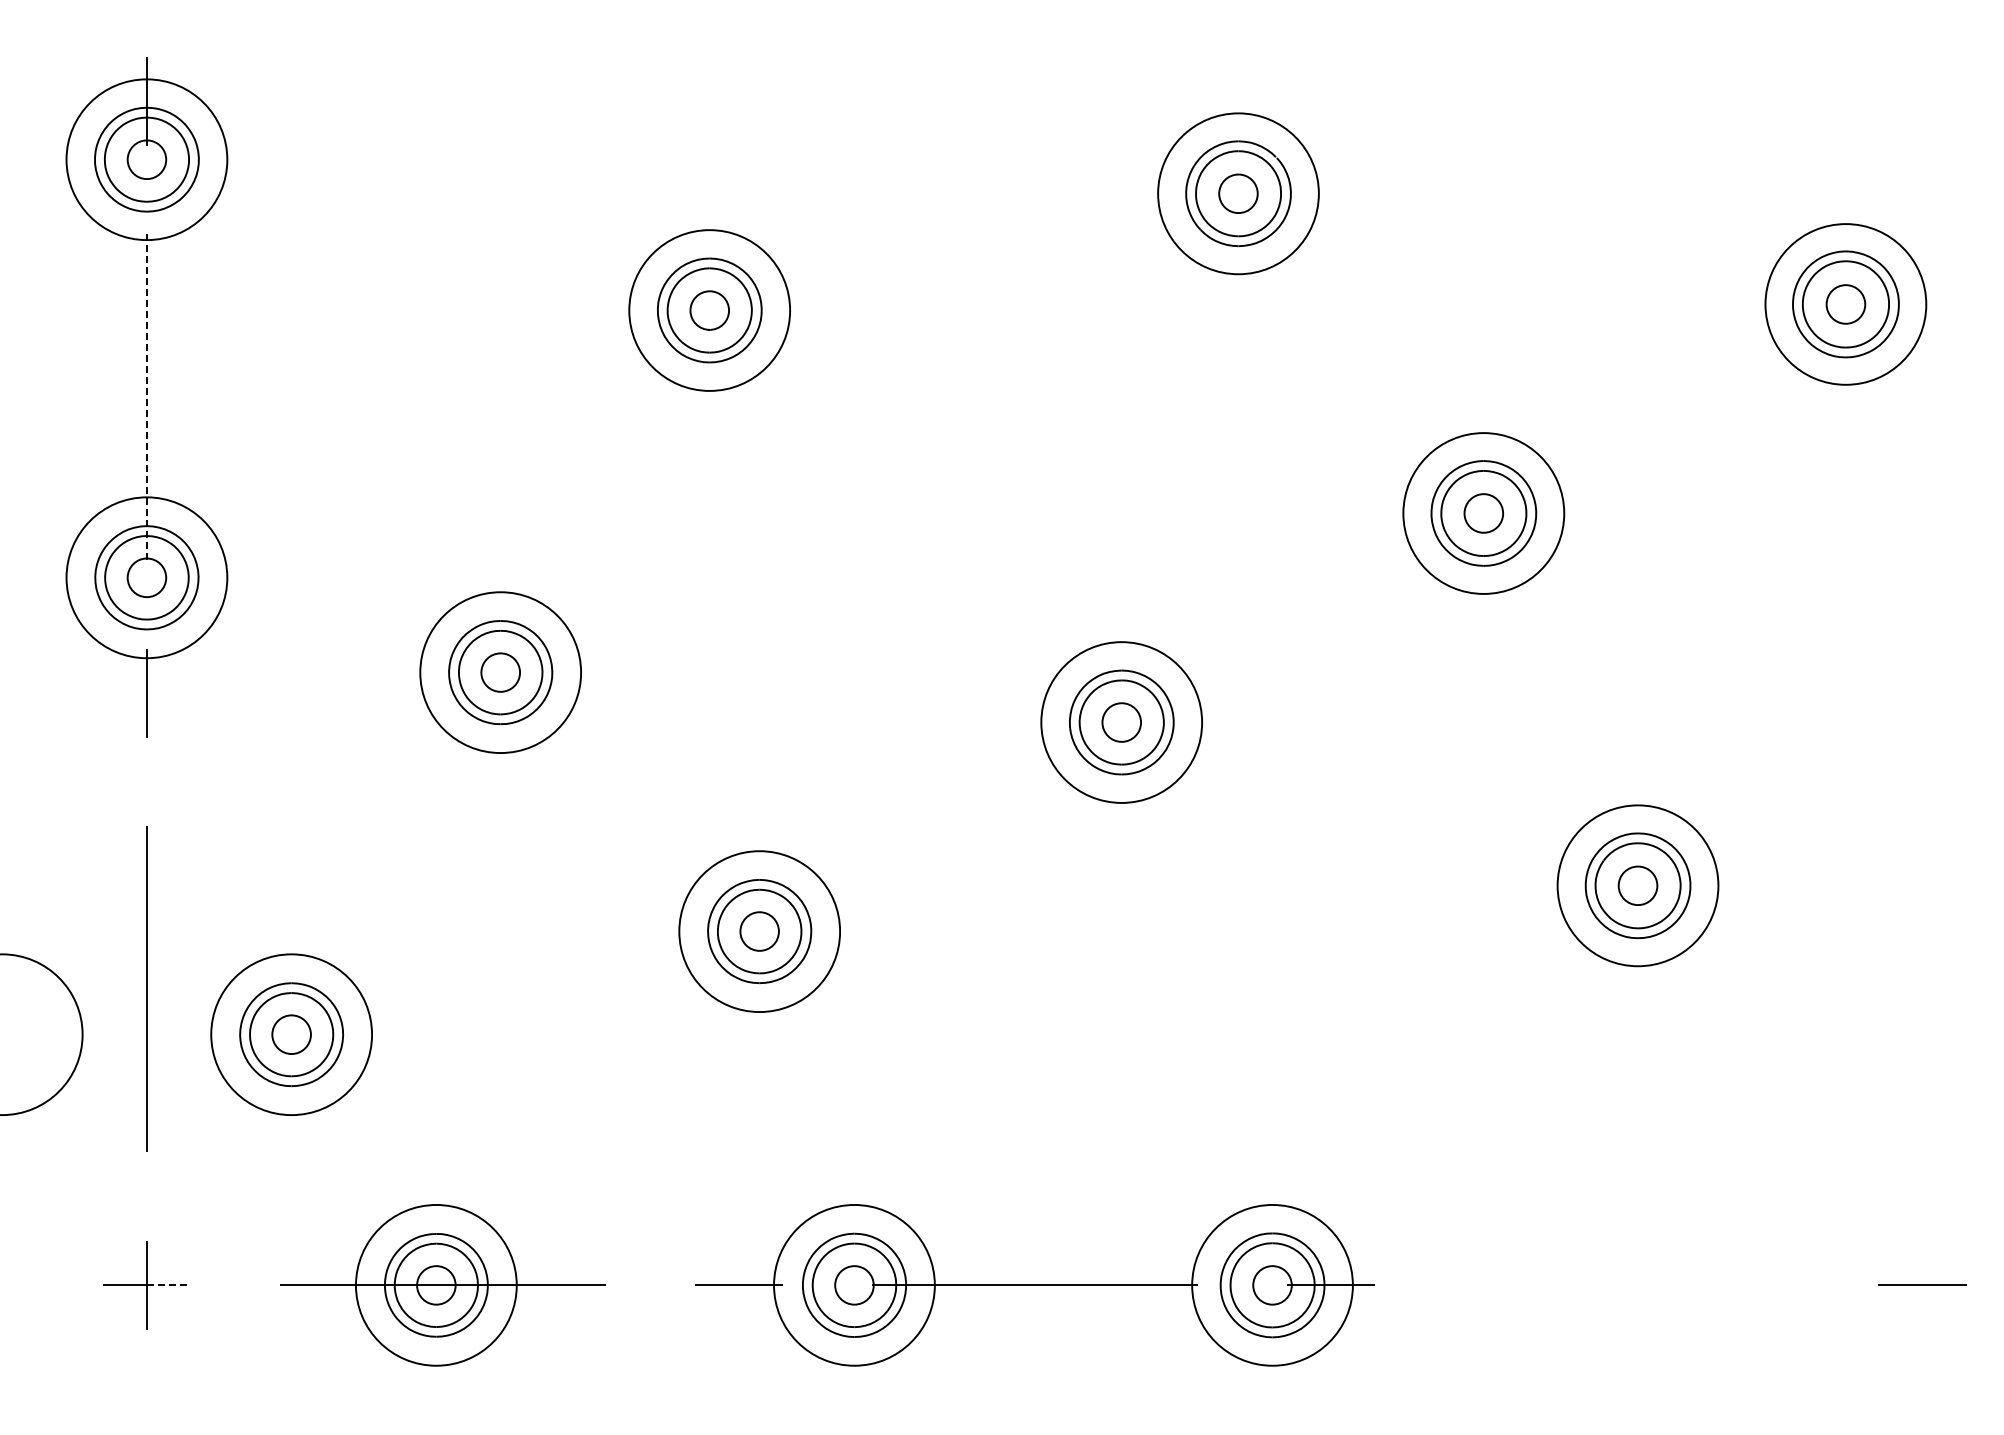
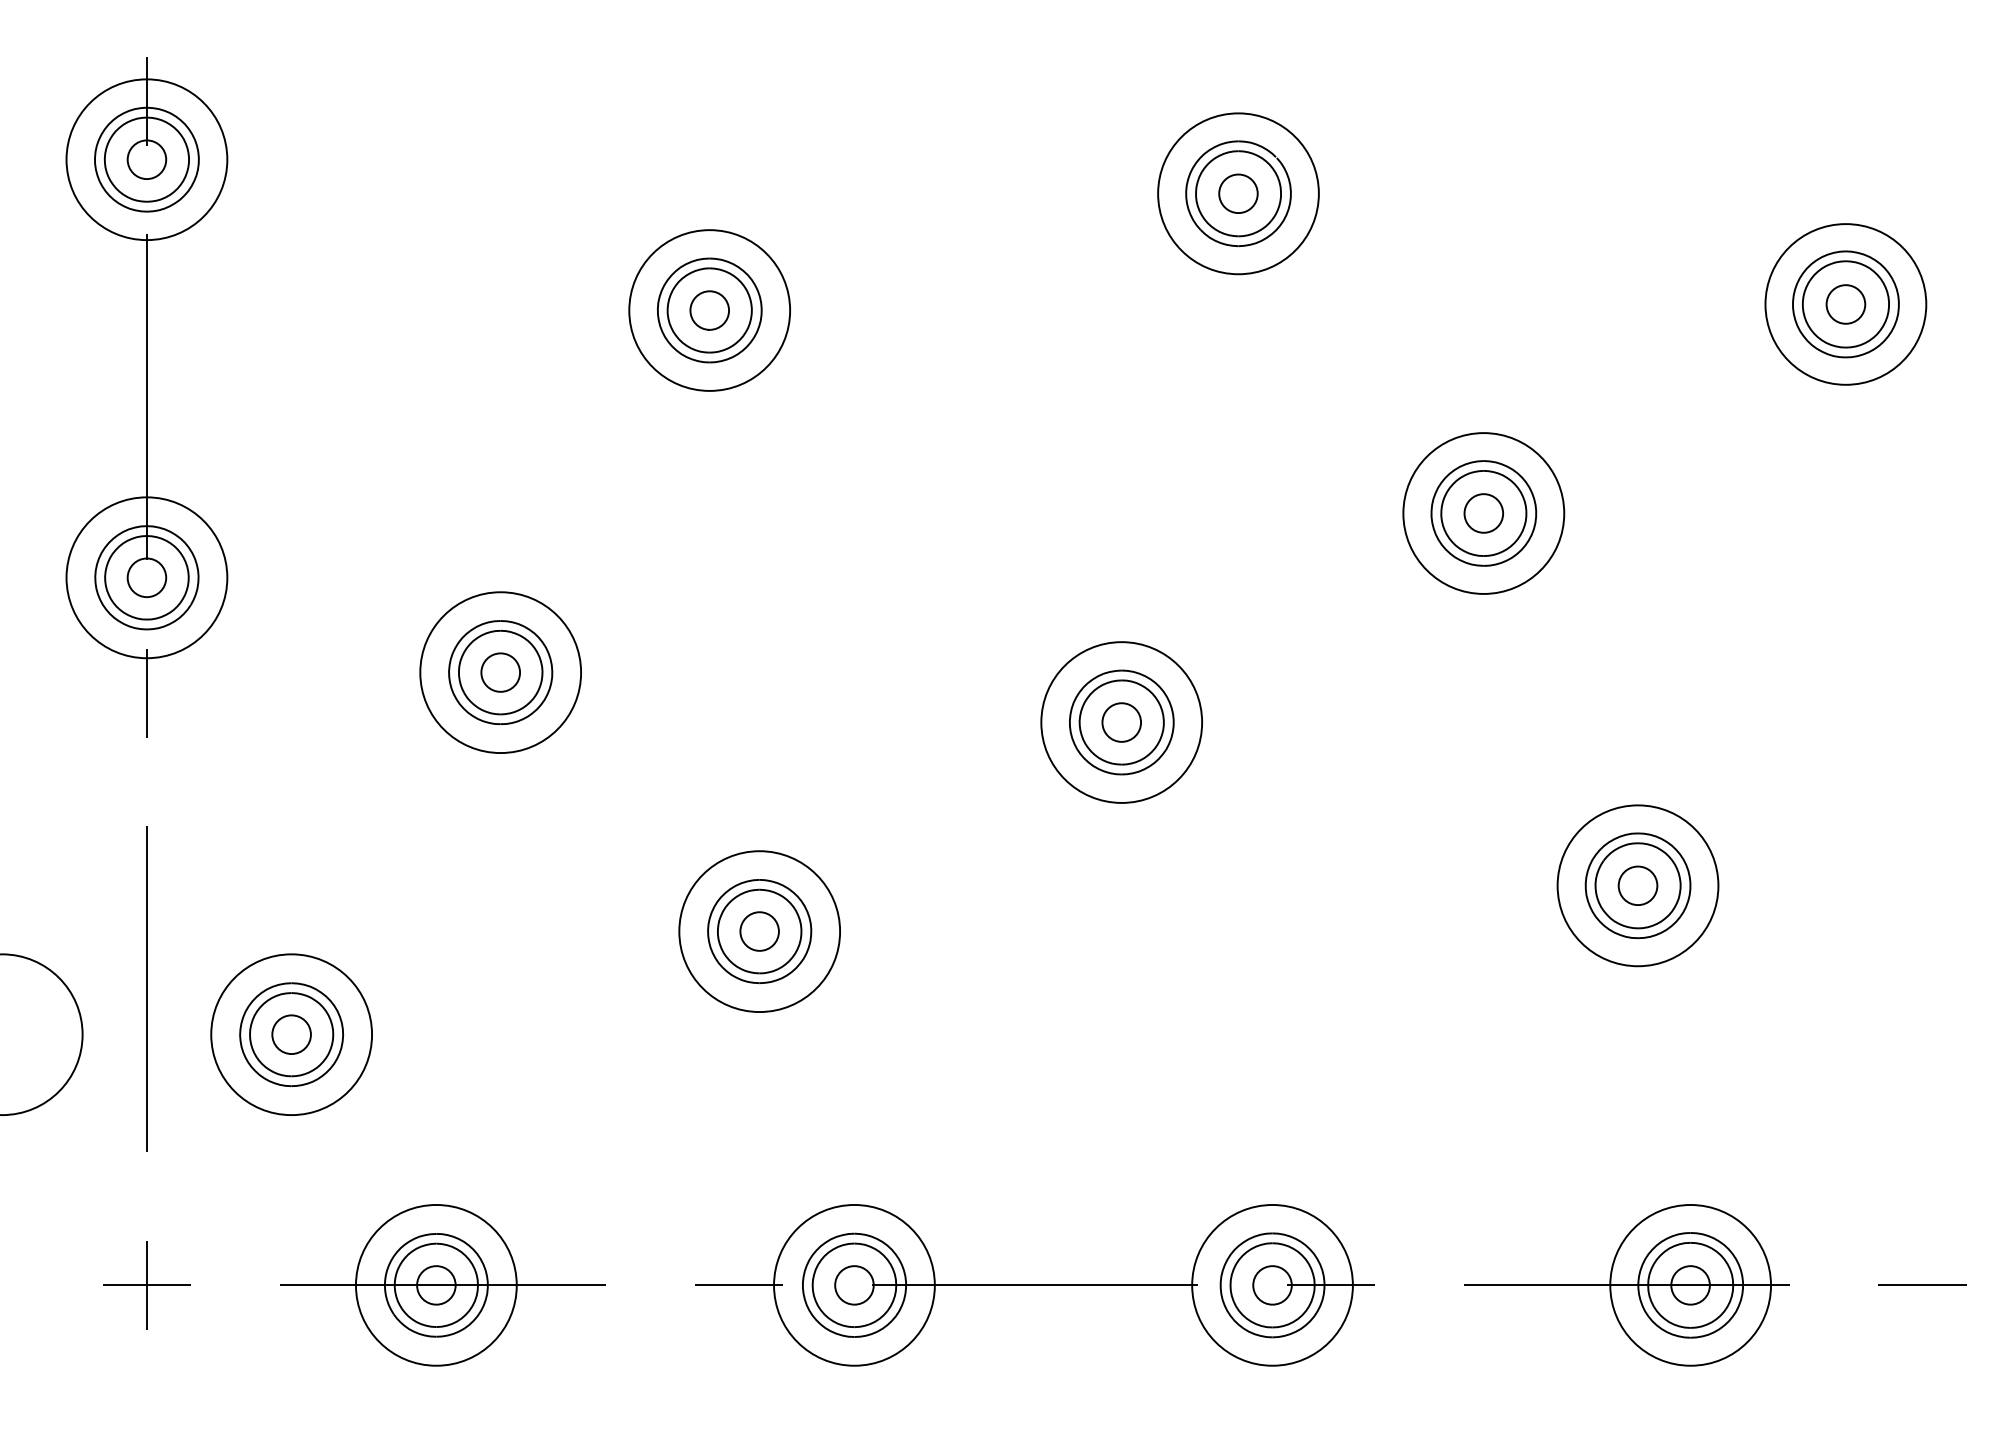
line at (146, 396): dashed -> solid
line at (169, 1285): dashed -> solid
part at (1626, 1285): none -> present
